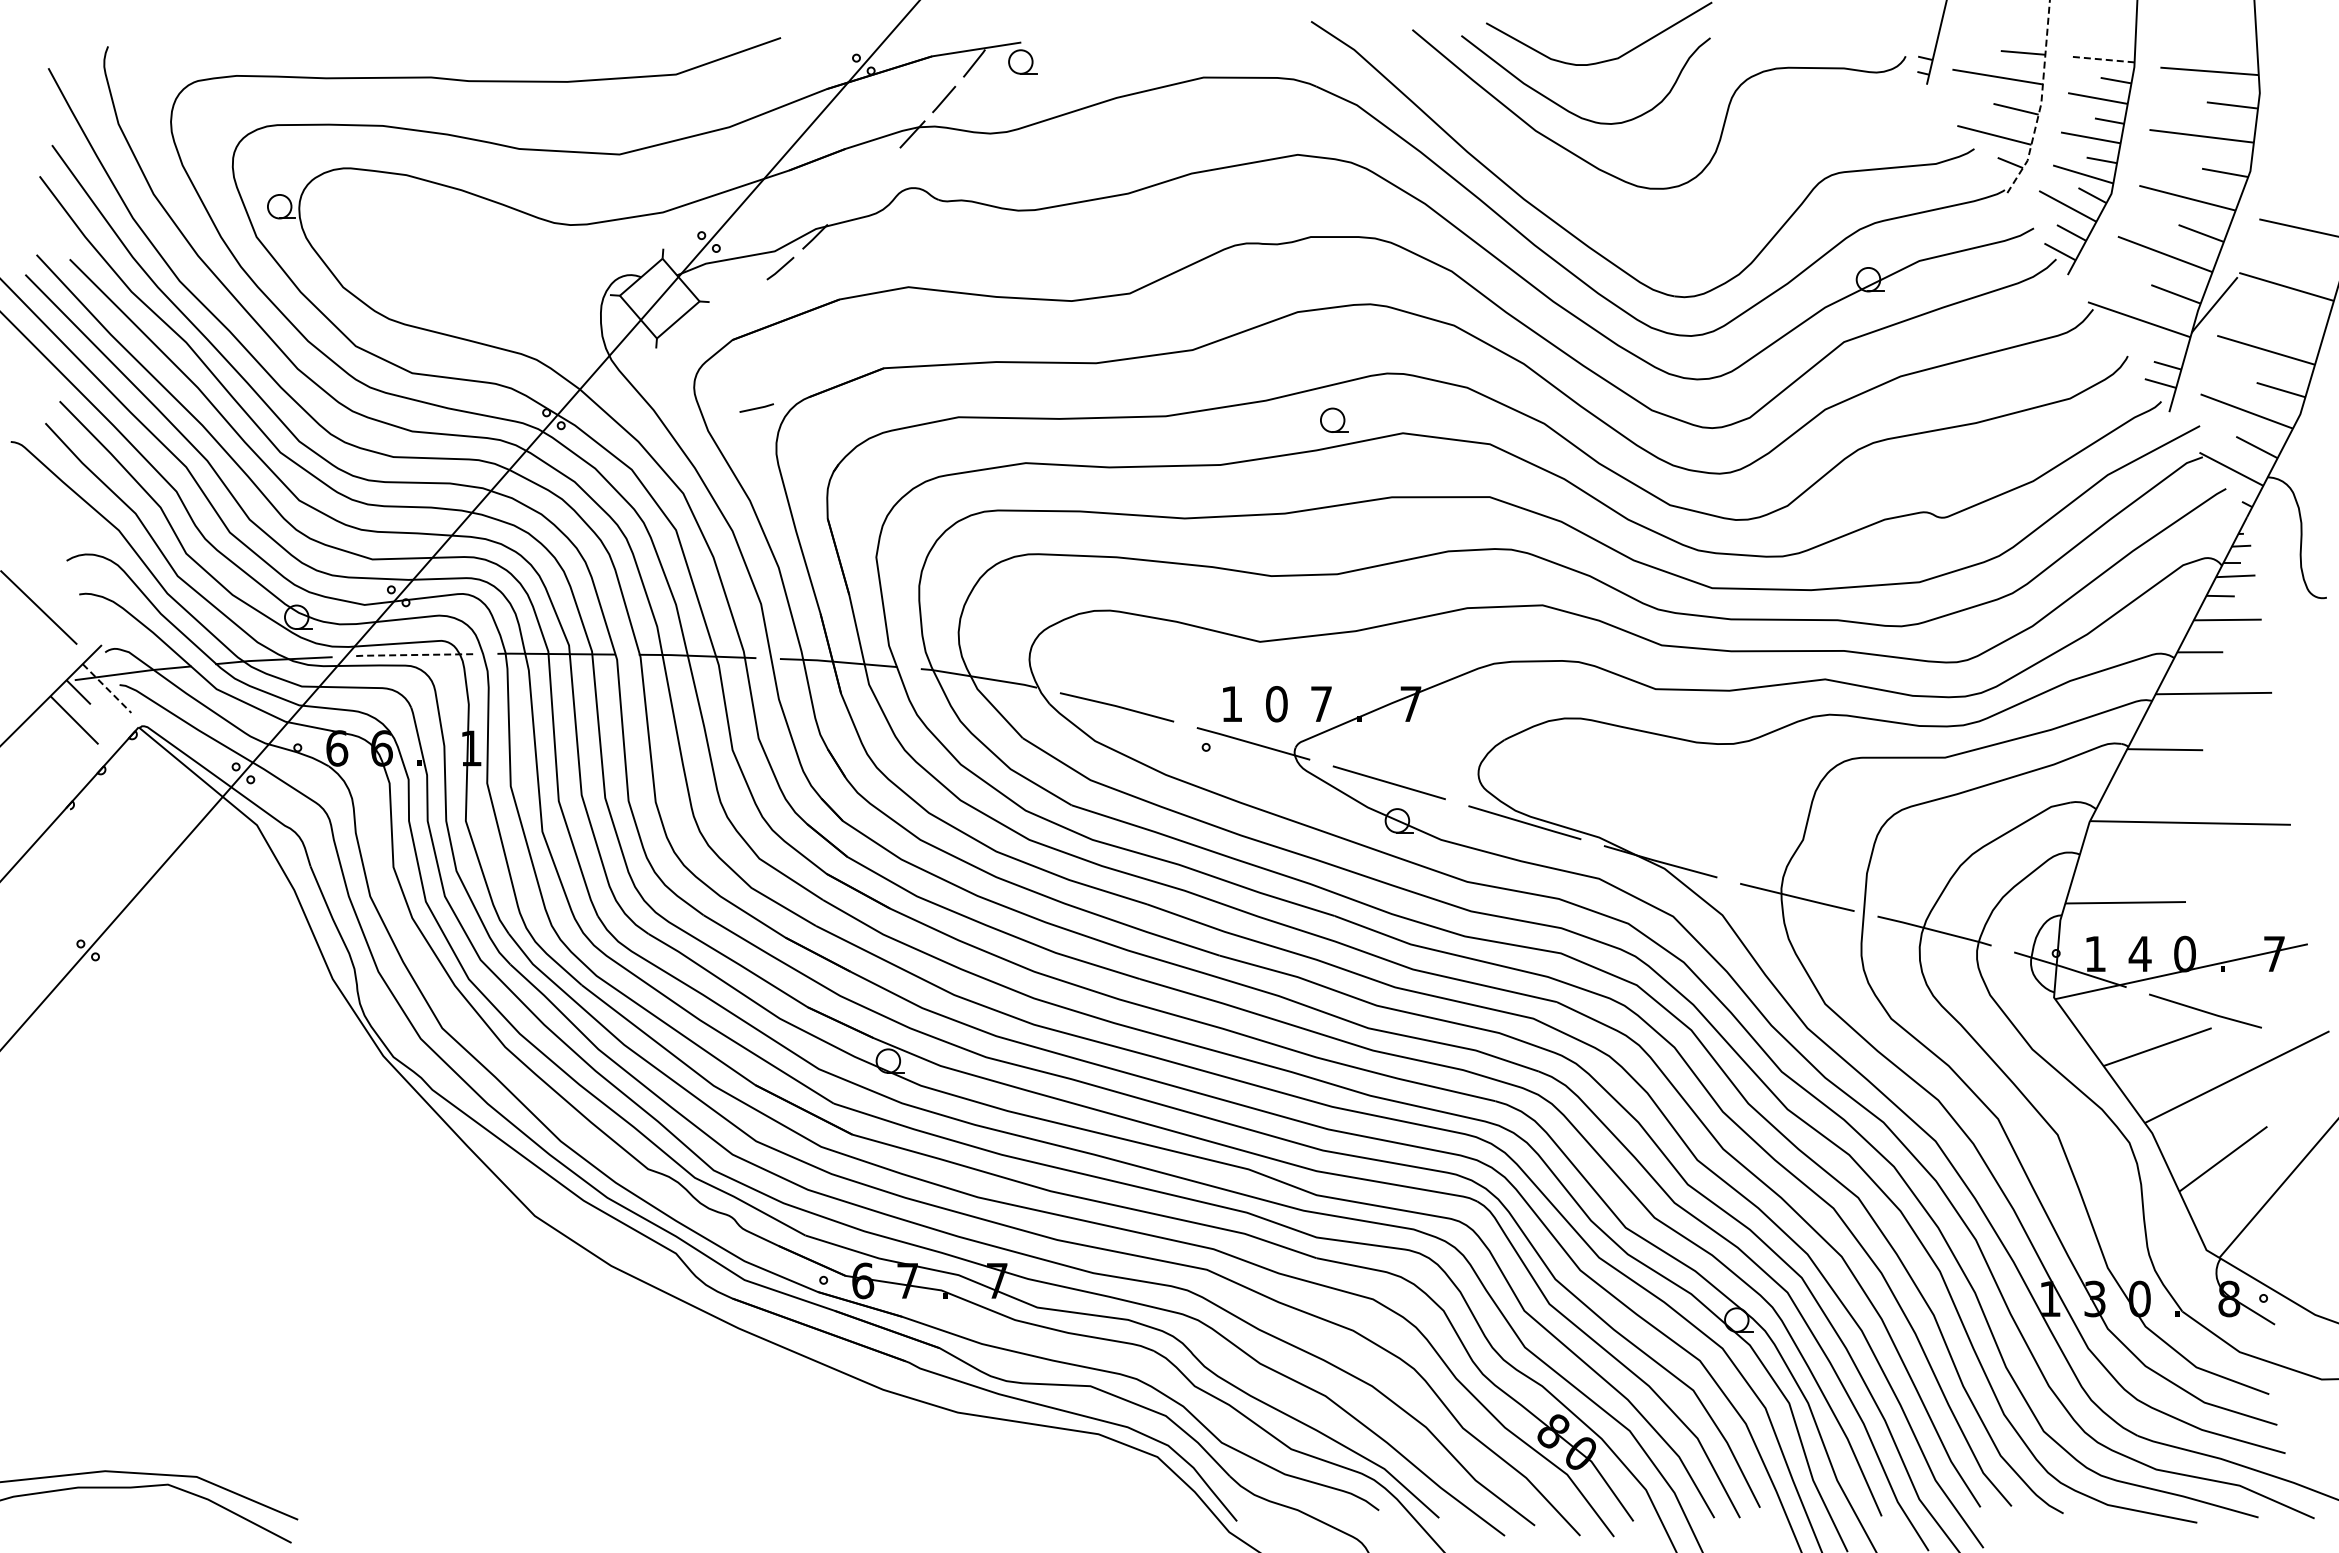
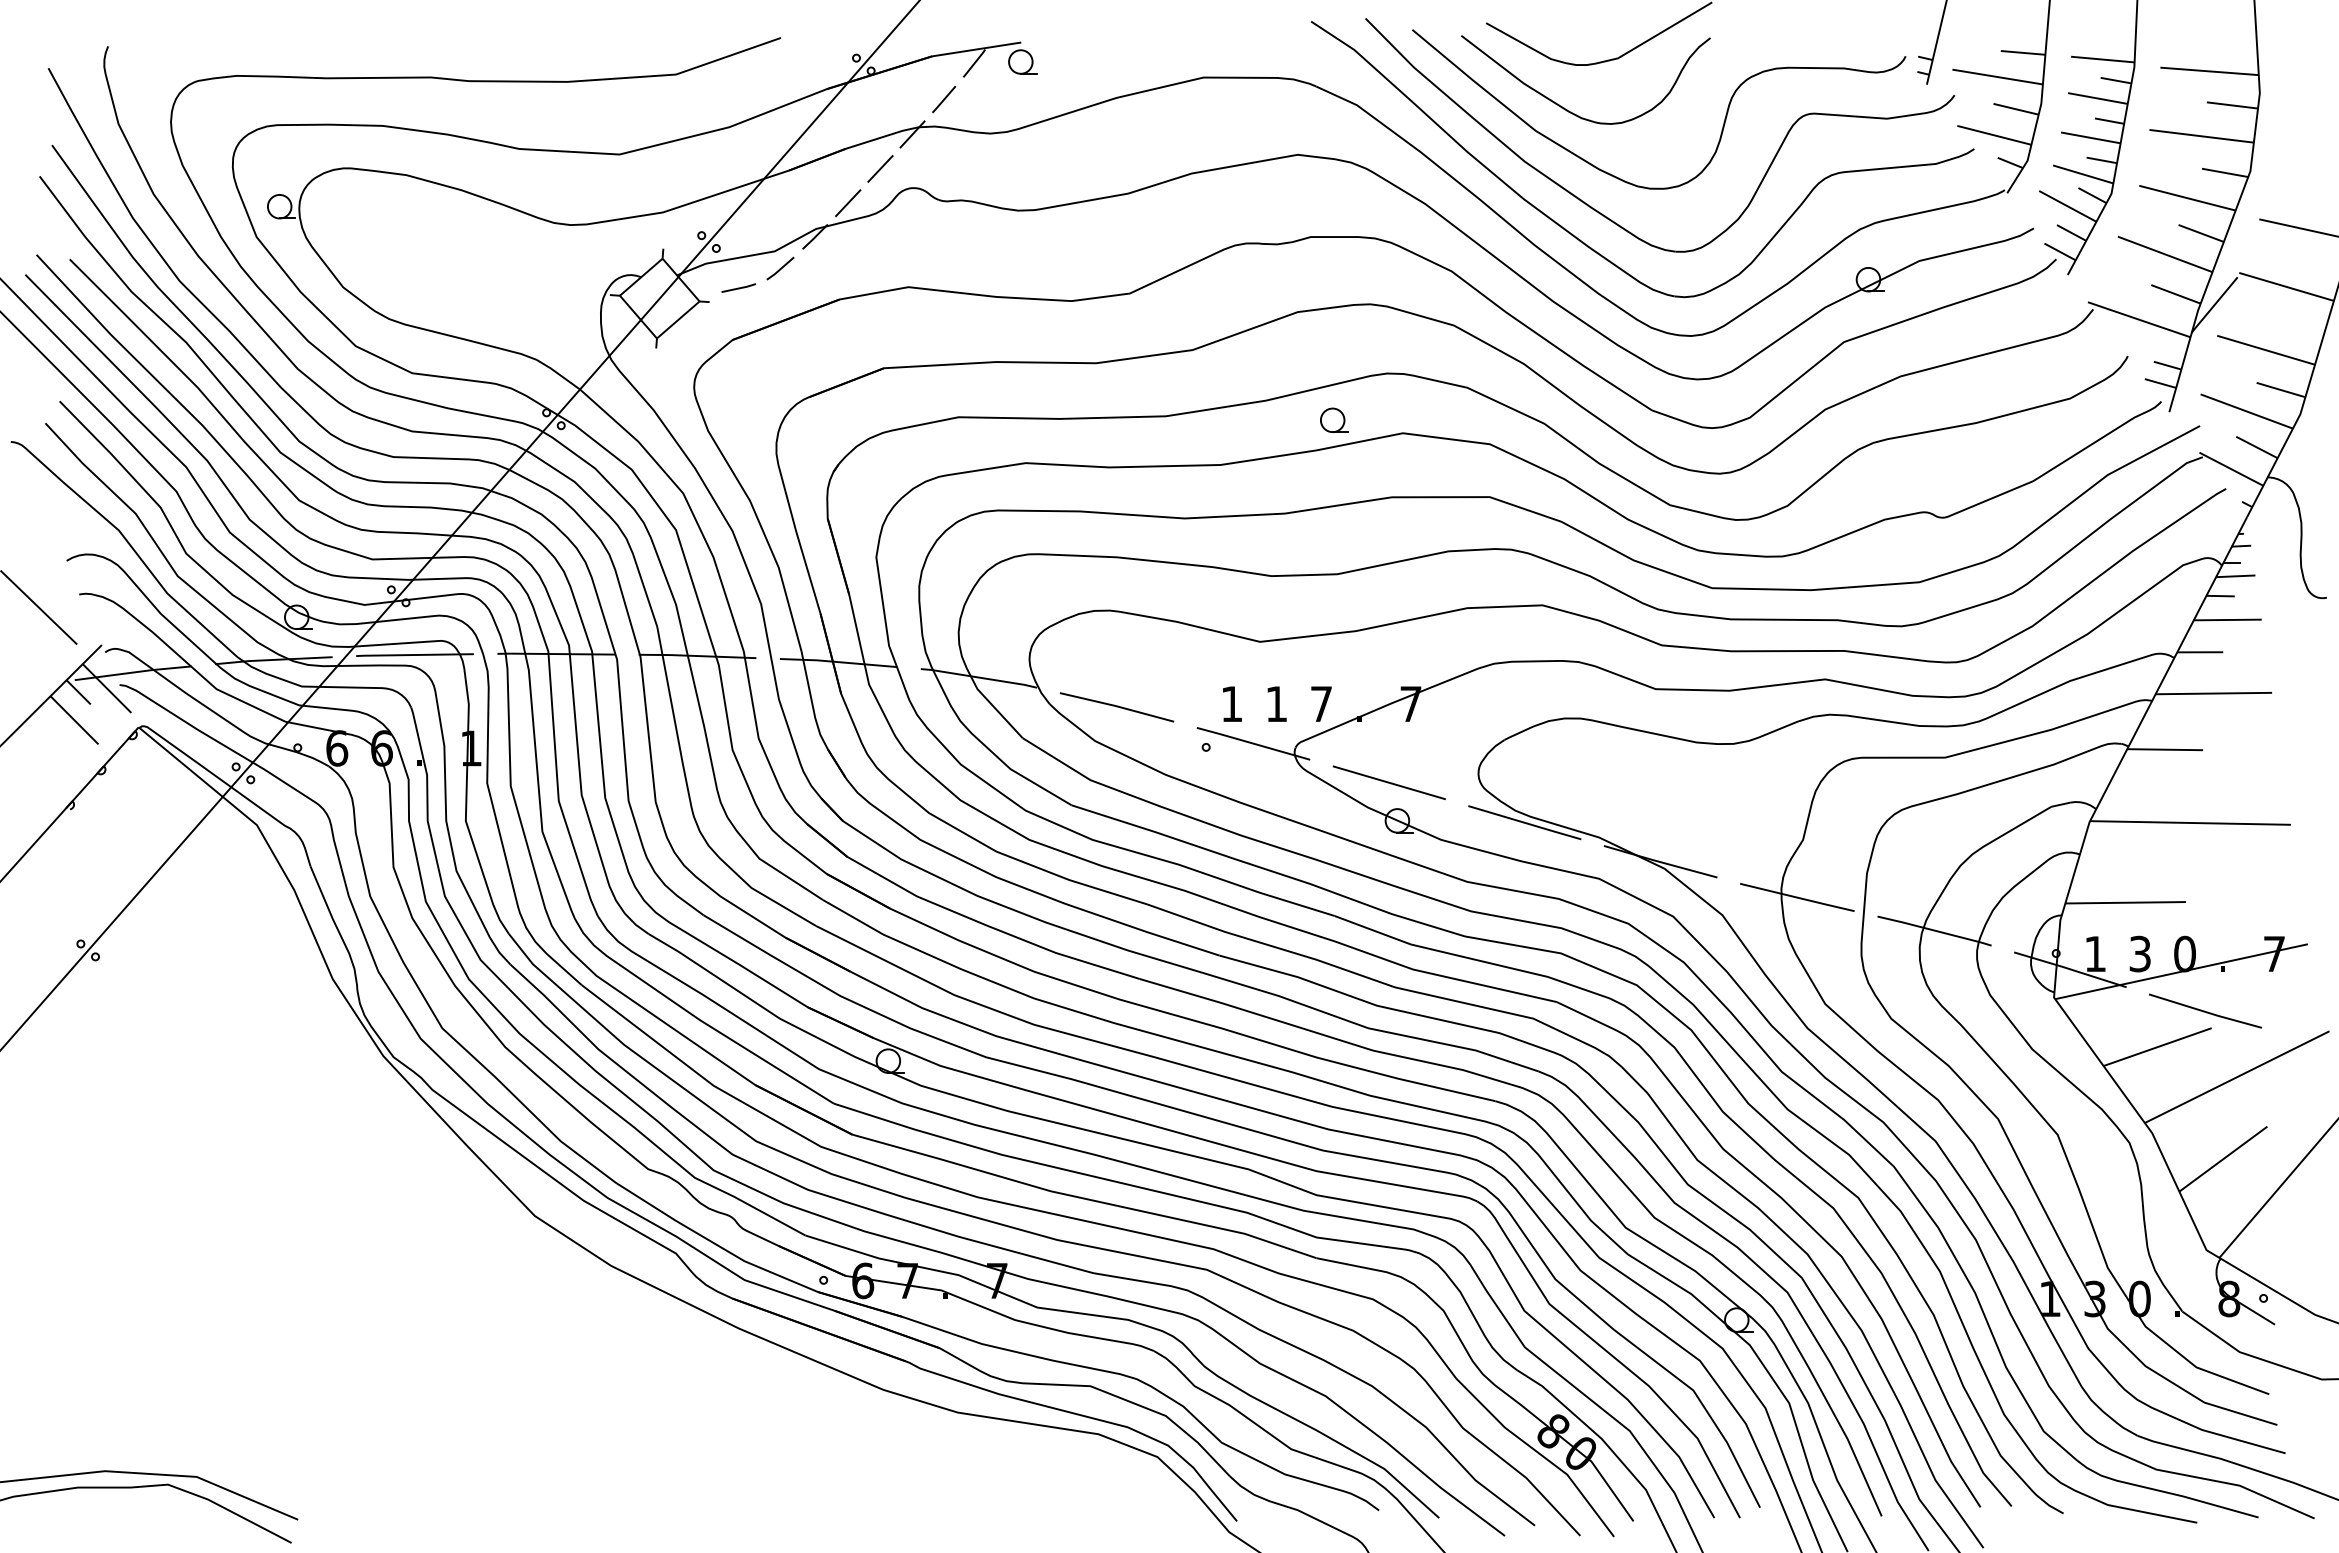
line at (2102, 59): dashed -> solid
line at (2041, 101): dashed -> solid
line at (880, 168): none -> present
line at (848, 203): none -> present
part at (1605, 215): none -> present
line at (756, 407) position: (756, 407) -> (738, 287)
line at (414, 655): dashed -> solid
line at (107, 688): dashed -> solid
text at (1276, 704): 0 -> 1
text at (2139, 953): 4 -> 3
